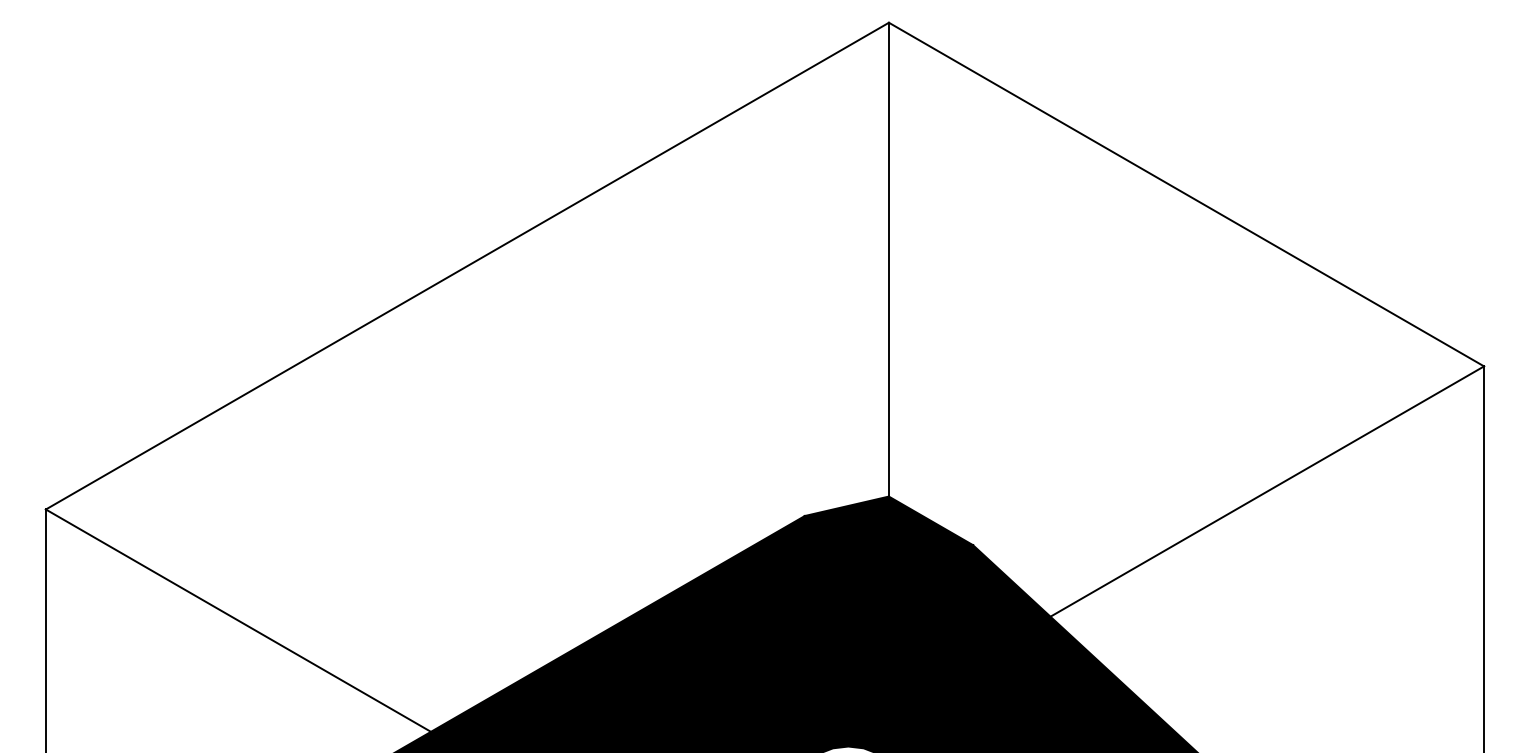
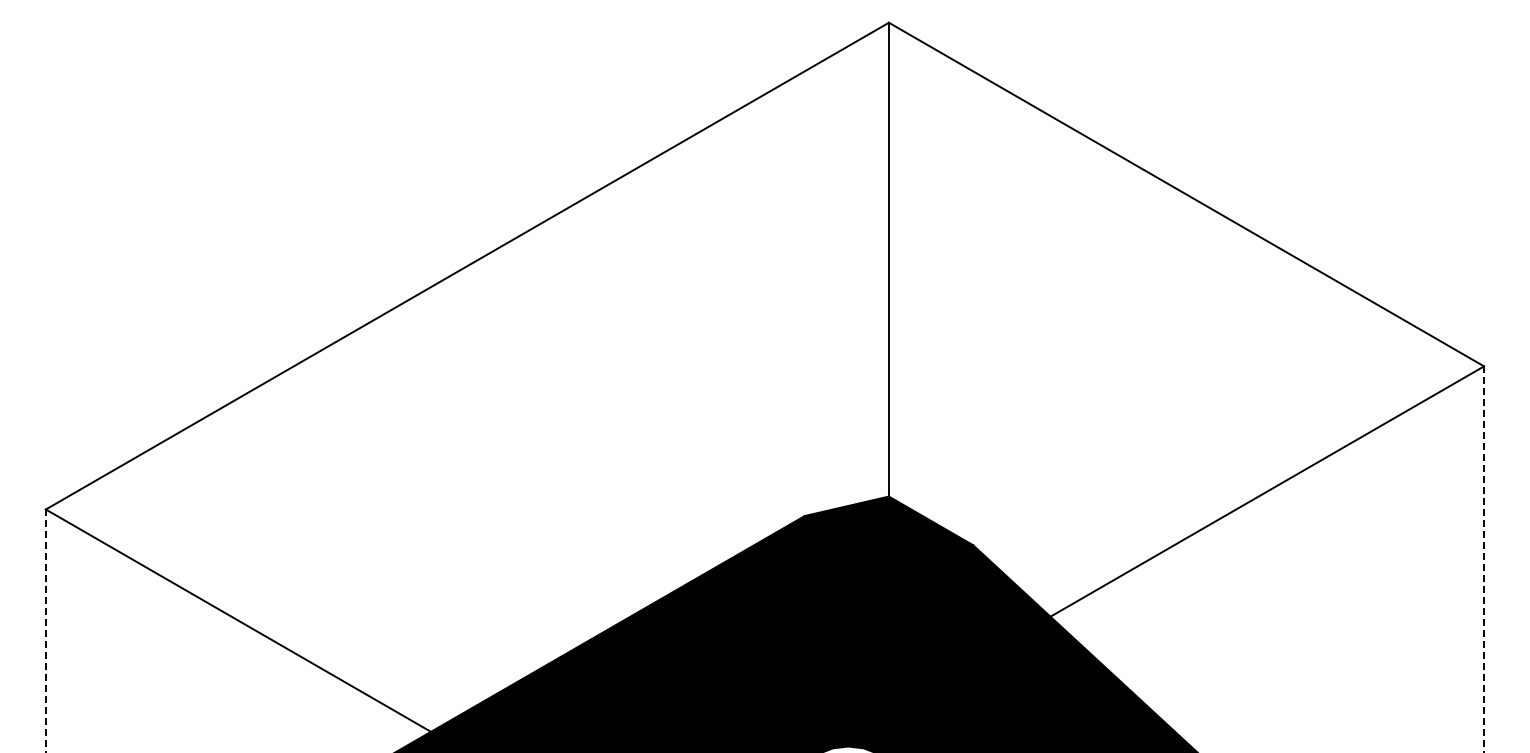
line at (1484, 559): solid -> dashed
line at (45, 631): solid -> dashed
